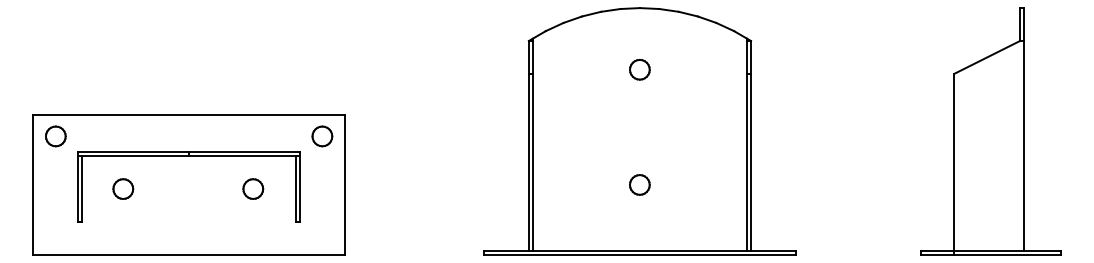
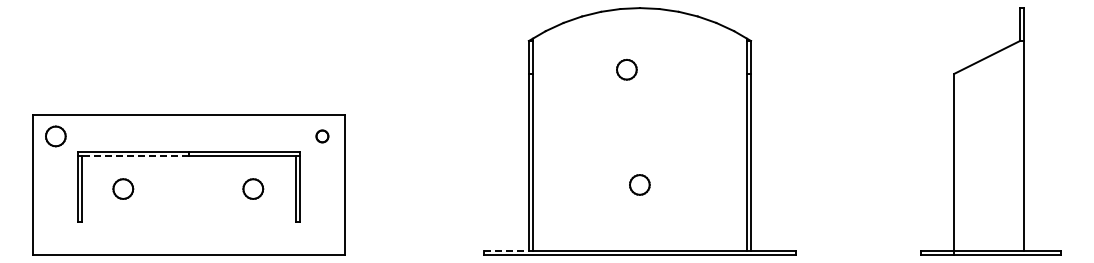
part at (639, 69) position: (639, 69) -> (626, 69)
part at (322, 136) size: 23x23 px -> 15x15 px
line at (135, 156): solid -> dashed
line at (506, 250): solid -> dashed
